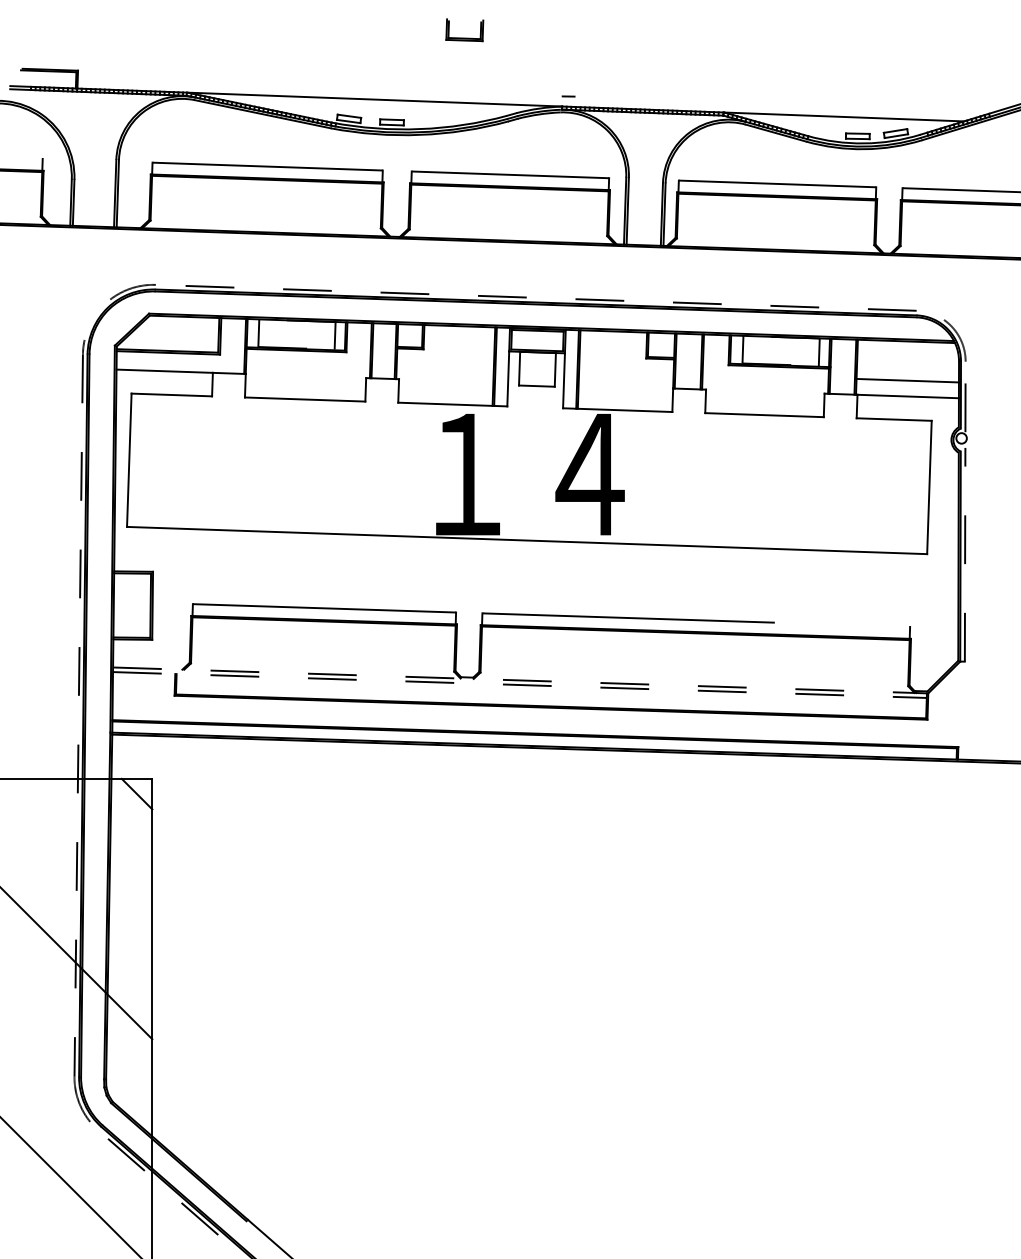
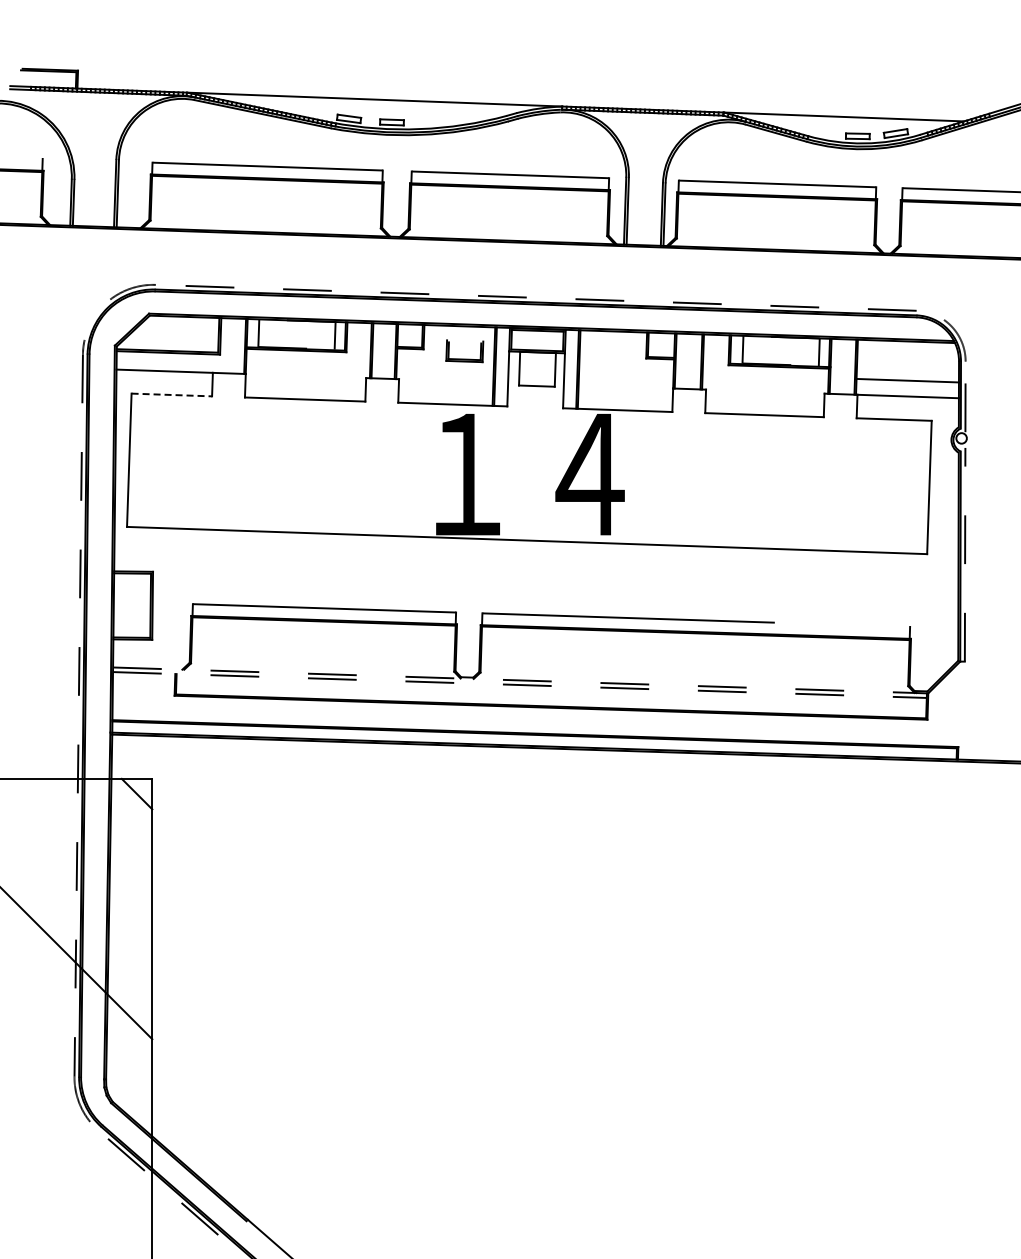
part at (464, 37) position: (464, 37) -> (464, 358)
line at (568, 96): present -> none
line at (172, 395): solid -> dashed
line at (70, 1187): present -> none
